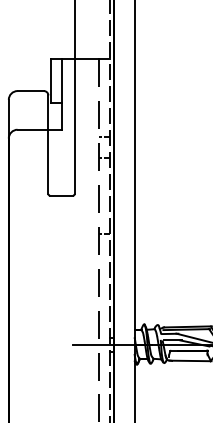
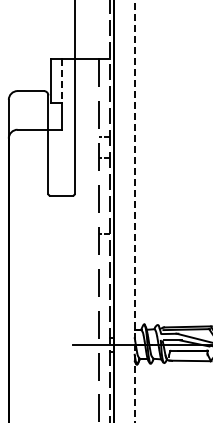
line at (61, 81): solid -> dashed
line at (134, 212): solid -> dashed
